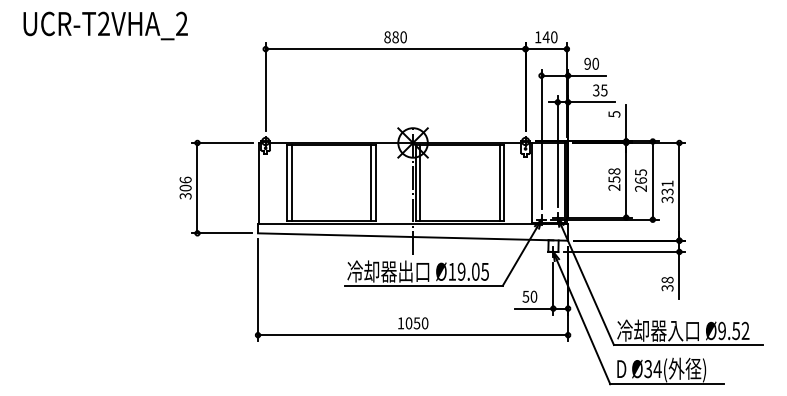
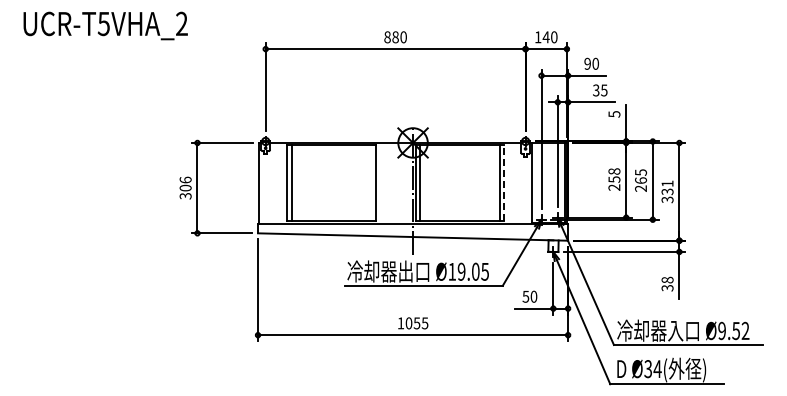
text at (103, 23): UCR-T2VHA_2 -> UCR-T5VHA_2
line at (504, 182): solid -> dashed
line at (371, 183): present -> none
text at (424, 323): 1050 -> 1055
